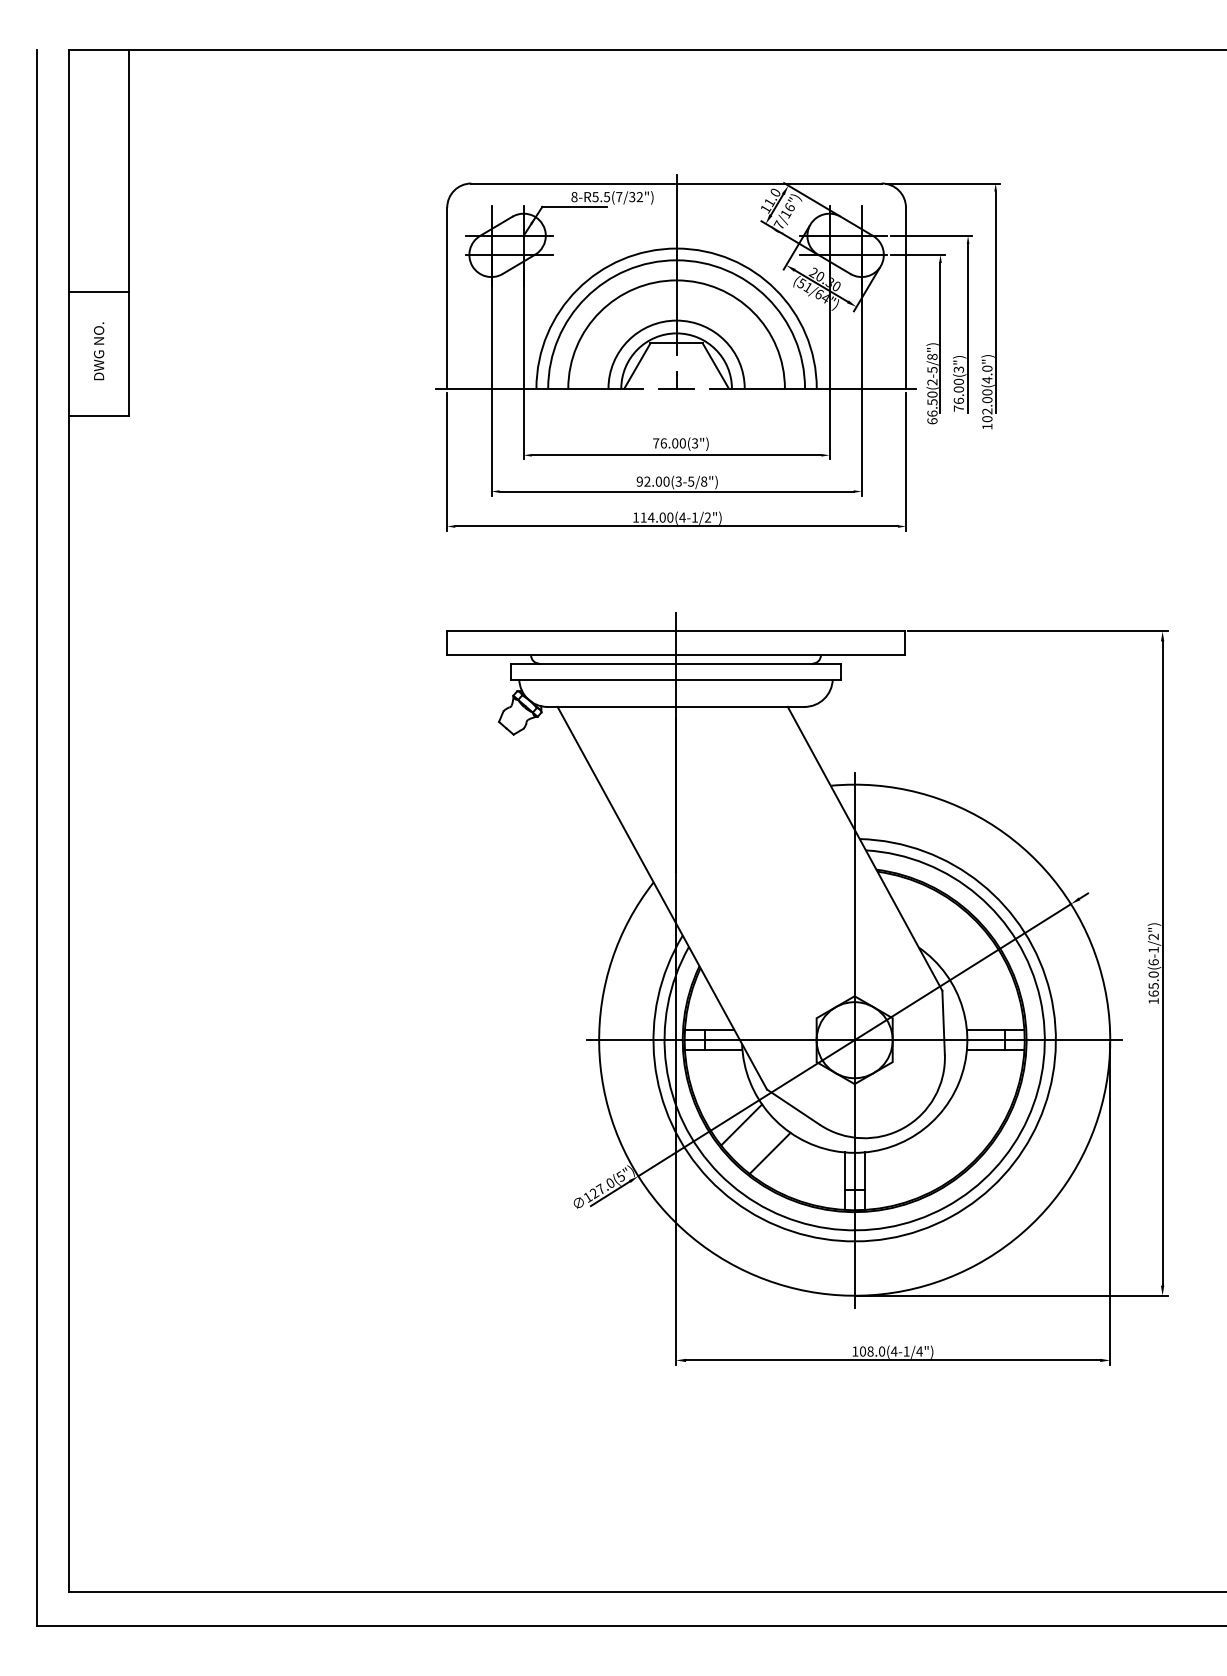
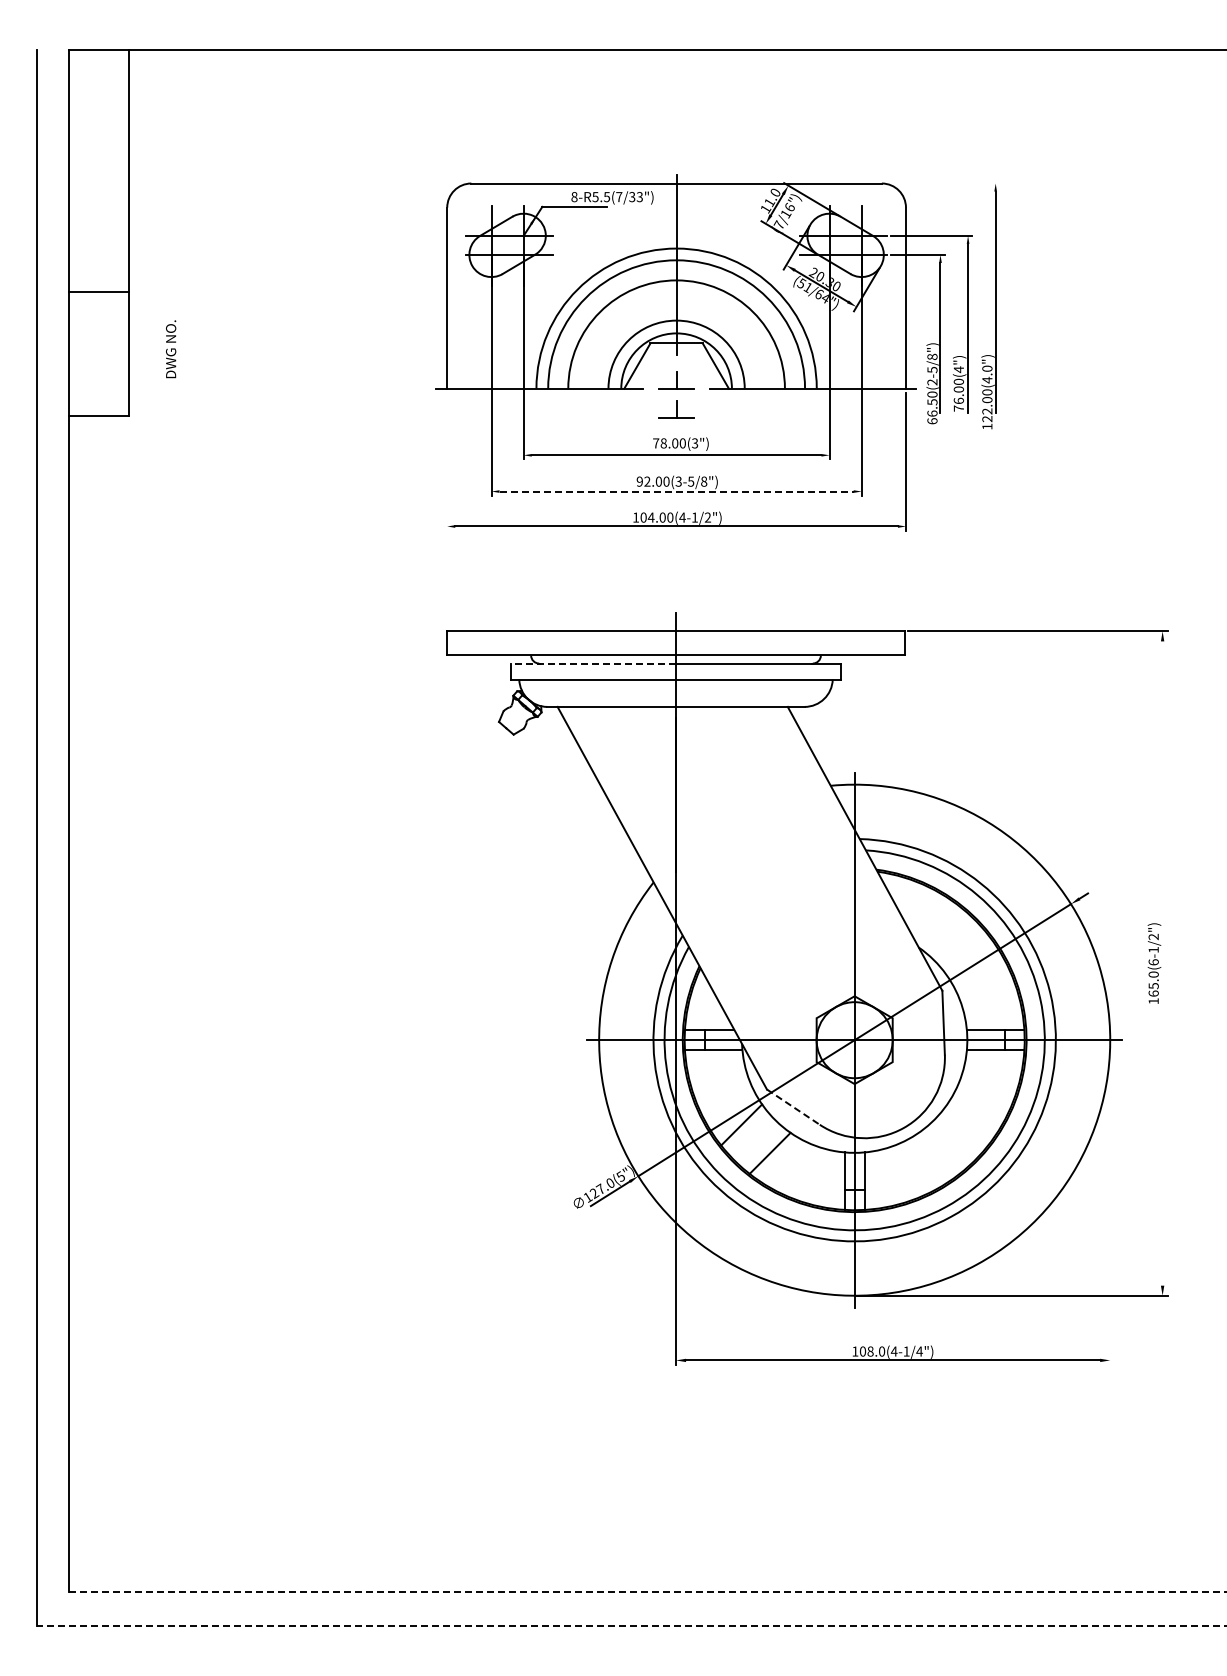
line at (942, 183): present -> none
text at (639, 197): 8-R5.5(7/32") -> 8-R5.5(7/33")
text at (99, 351) position: (99, 351) -> (171, 349)
text at (958, 369): 76.00(3") -> 76.00(4")
part at (676, 409): none -> present
text at (987, 419): 102.00(4.0") -> 122.00(4.0")
text at (663, 443): 76.00(3") -> 78.00(3")
line at (447, 461): present -> none
line at (677, 491): solid -> dashed
text at (643, 517): 114.00(4-1/2") -> 104.00(4-1/2")
line at (593, 663): solid -> dashed
line at (1162, 963): present -> none
line at (793, 1107): solid -> dashed
line at (1110, 1203): present -> none
line at (647, 1591): solid -> dashed
line at (631, 1625): solid -> dashed
